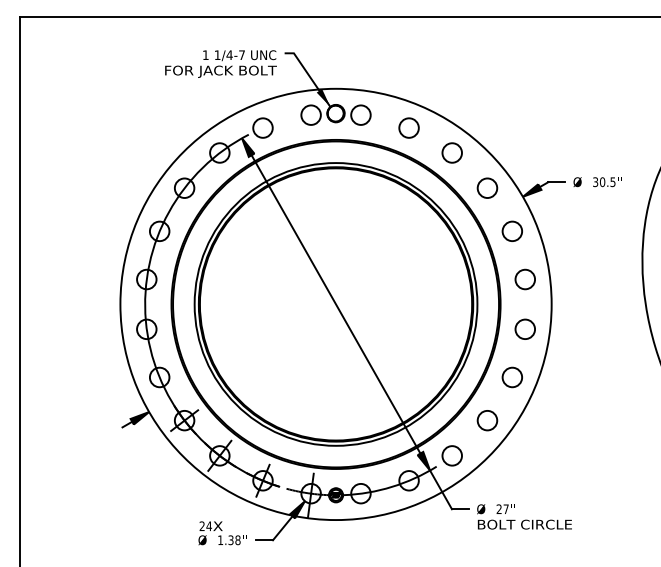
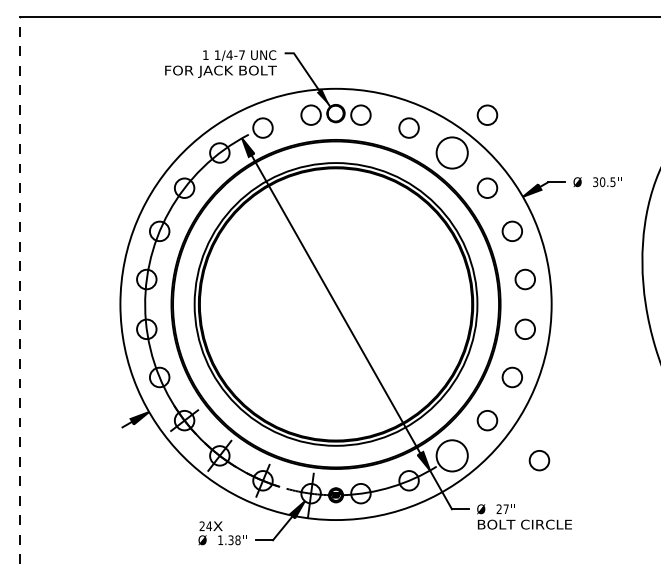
circle at (487, 114): none -> present
circle at (452, 152) diameter: 20 px -> 31 px
line at (19, 291): solid -> dashed
circle at (452, 455) diameter: 20 px -> 31 px
circle at (539, 460): none -> present
